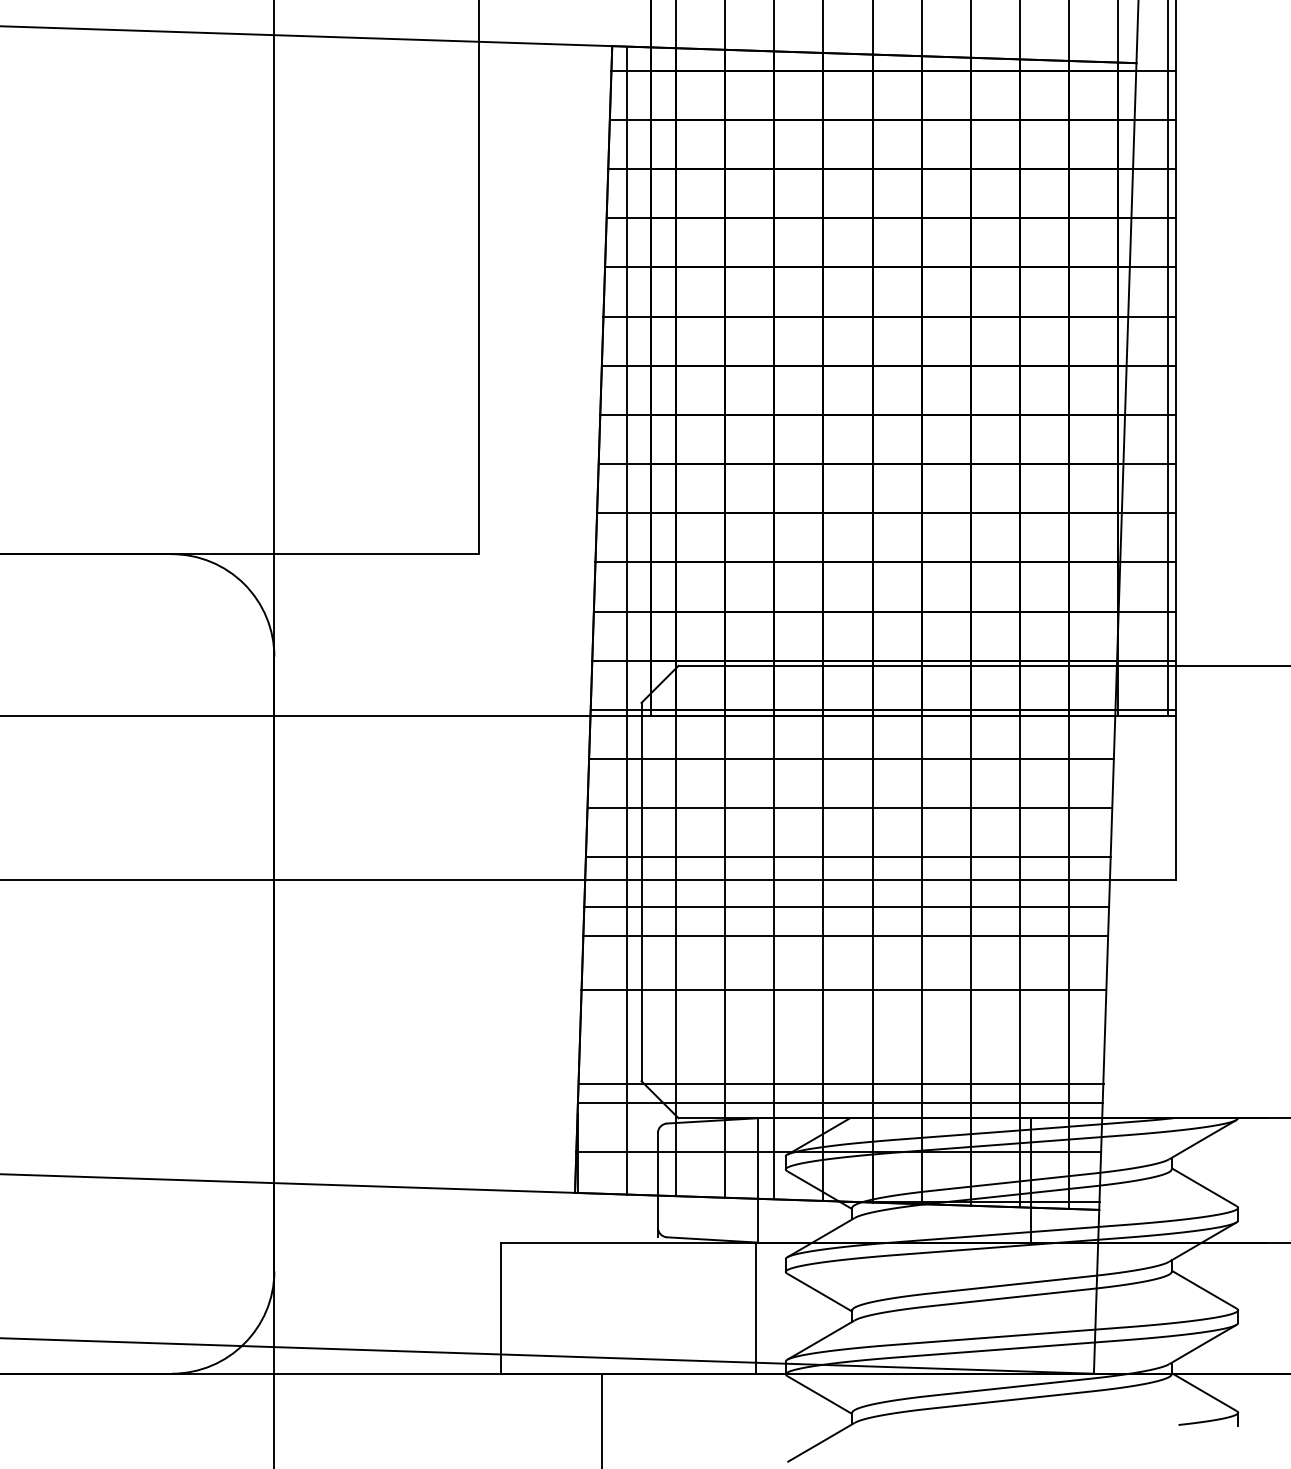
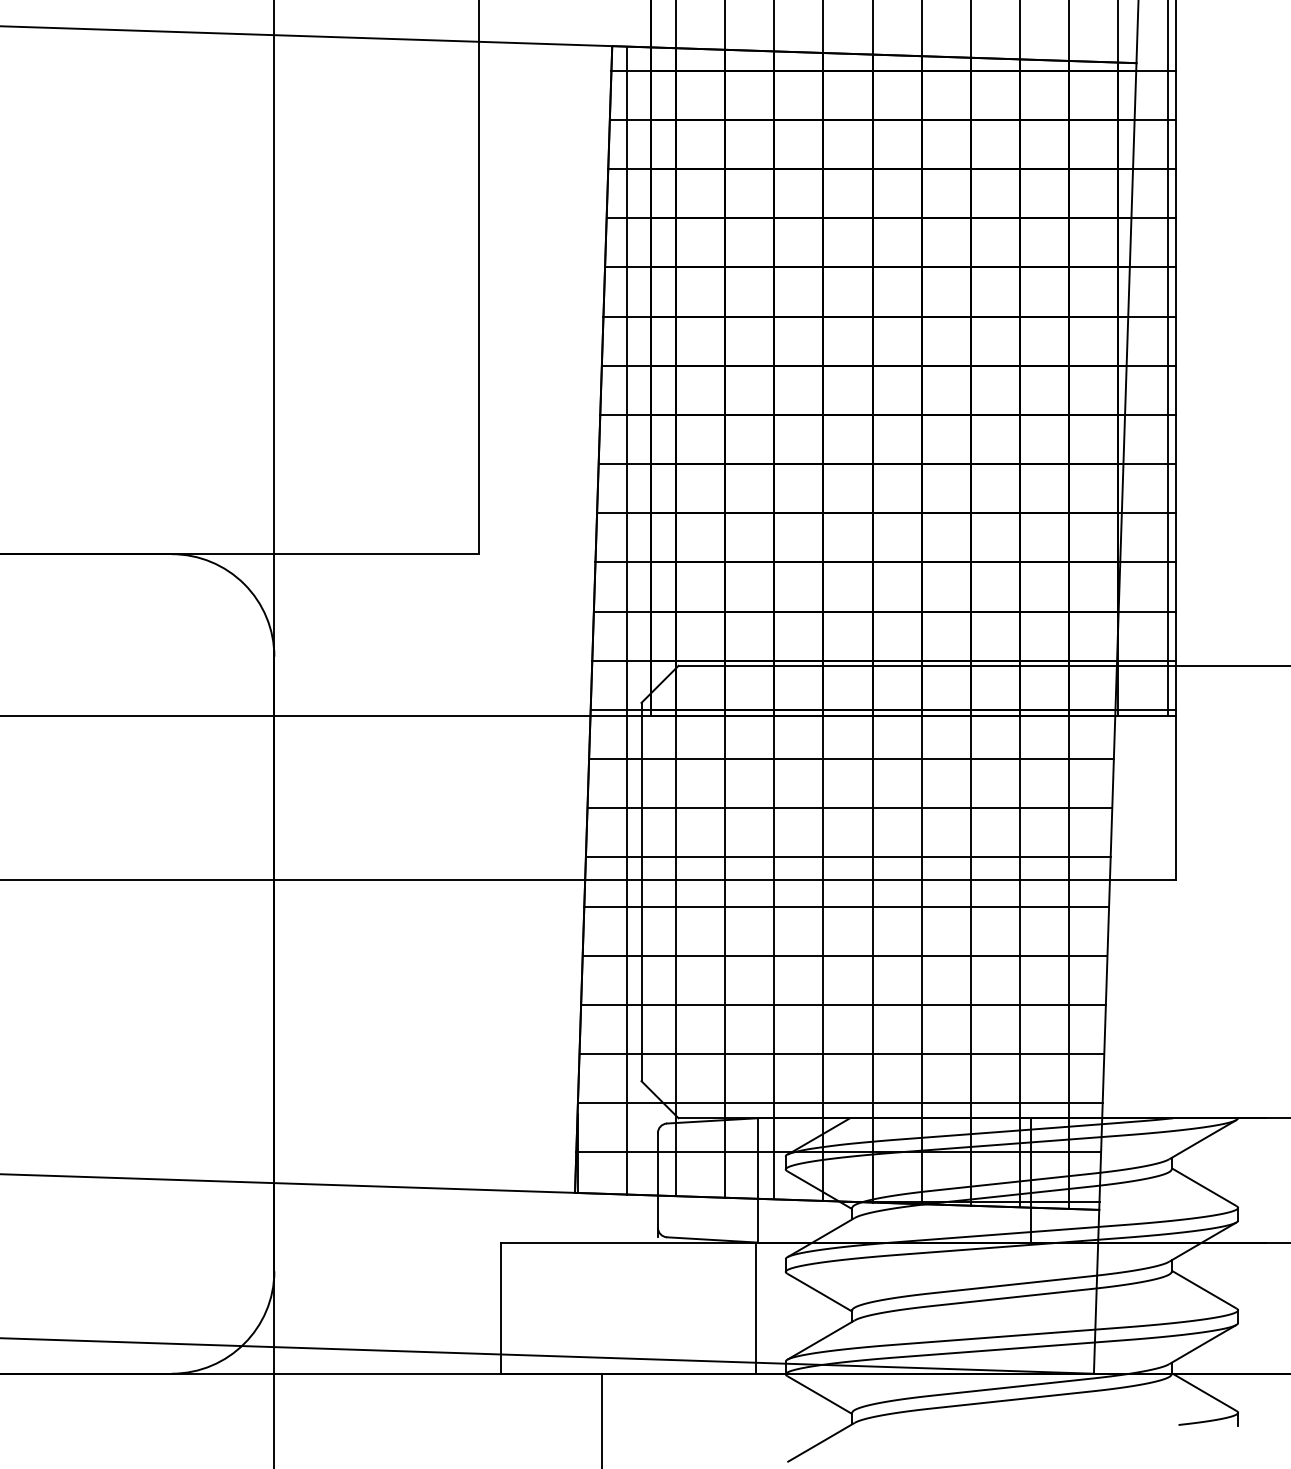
line at (844, 935) position: (844, 935) -> (844, 955)
line at (843, 989) position: (843, 989) -> (843, 1004)
line at (841, 1084) position: (841, 1084) -> (841, 1054)
